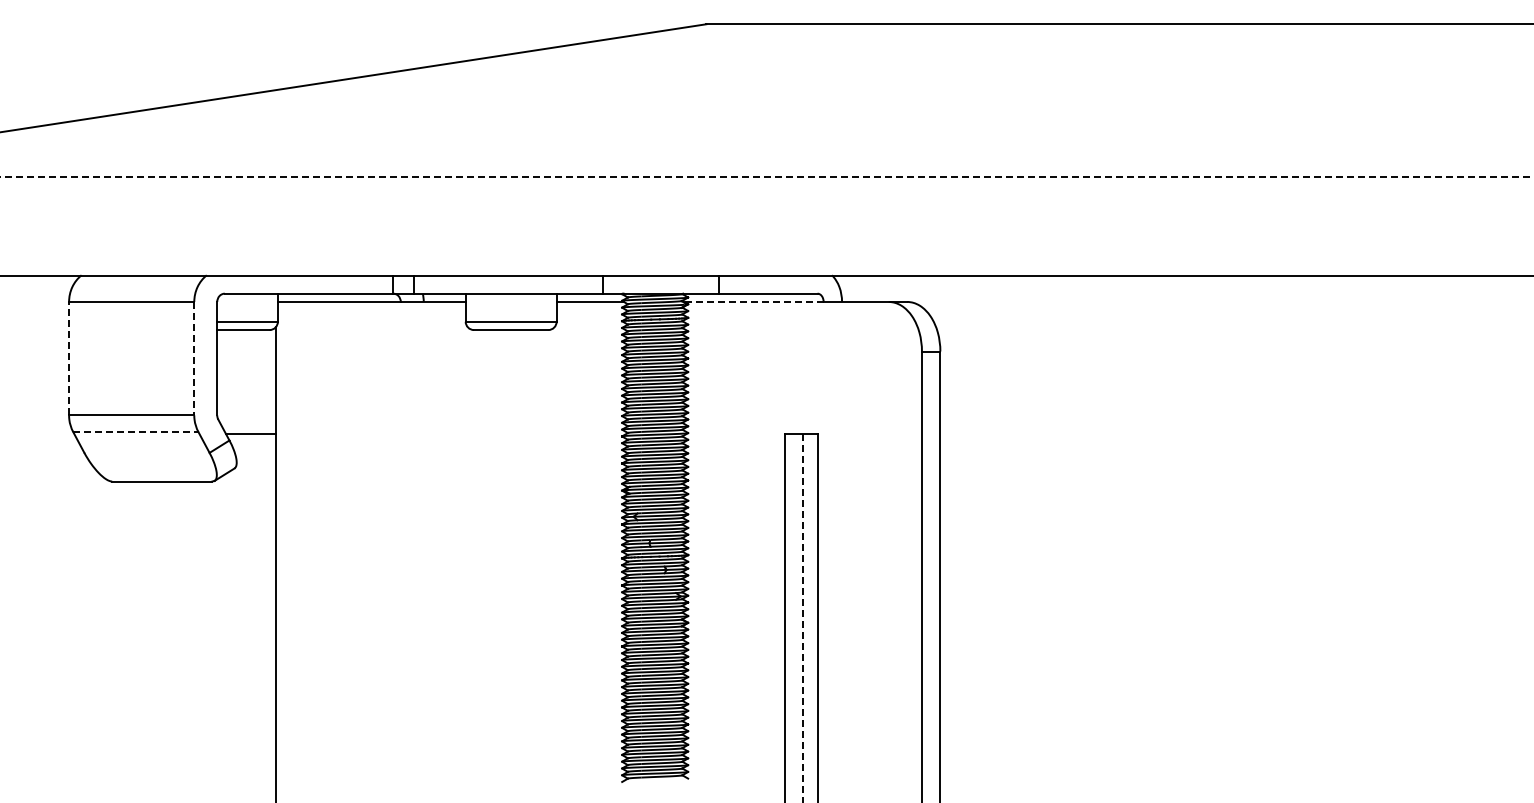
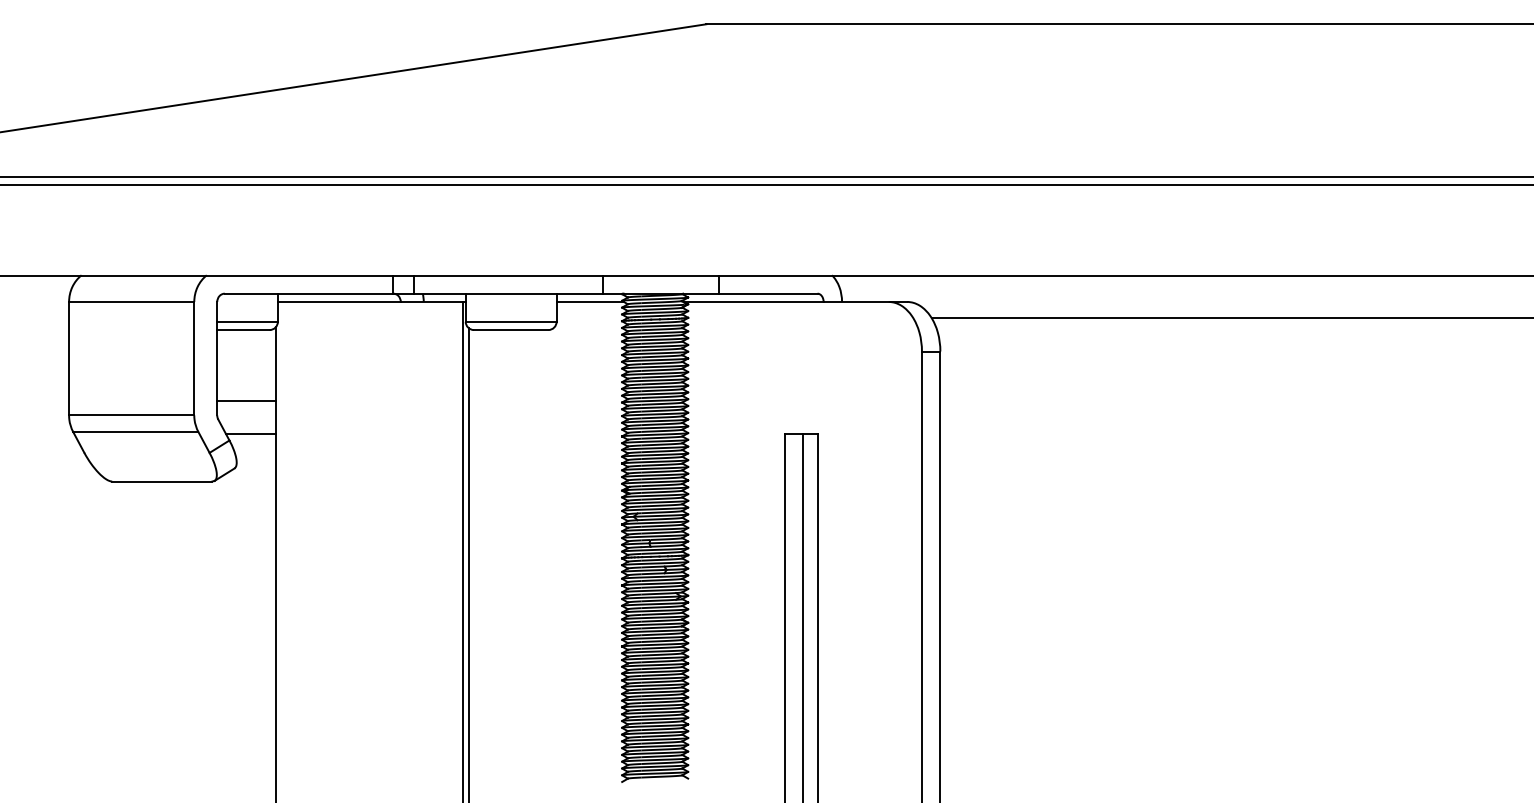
line at (767, 177): dashed -> solid
line at (766, 184): none -> present
line at (753, 301): dashed -> solid
line at (1230, 318): none -> present
line at (69, 358): dashed -> solid
line at (194, 358): dashed -> solid
line at (246, 401): none -> present
line at (135, 431): dashed -> solid
line at (462, 550): none -> present
line at (468, 563): none -> present
line at (803, 618): dashed -> solid
